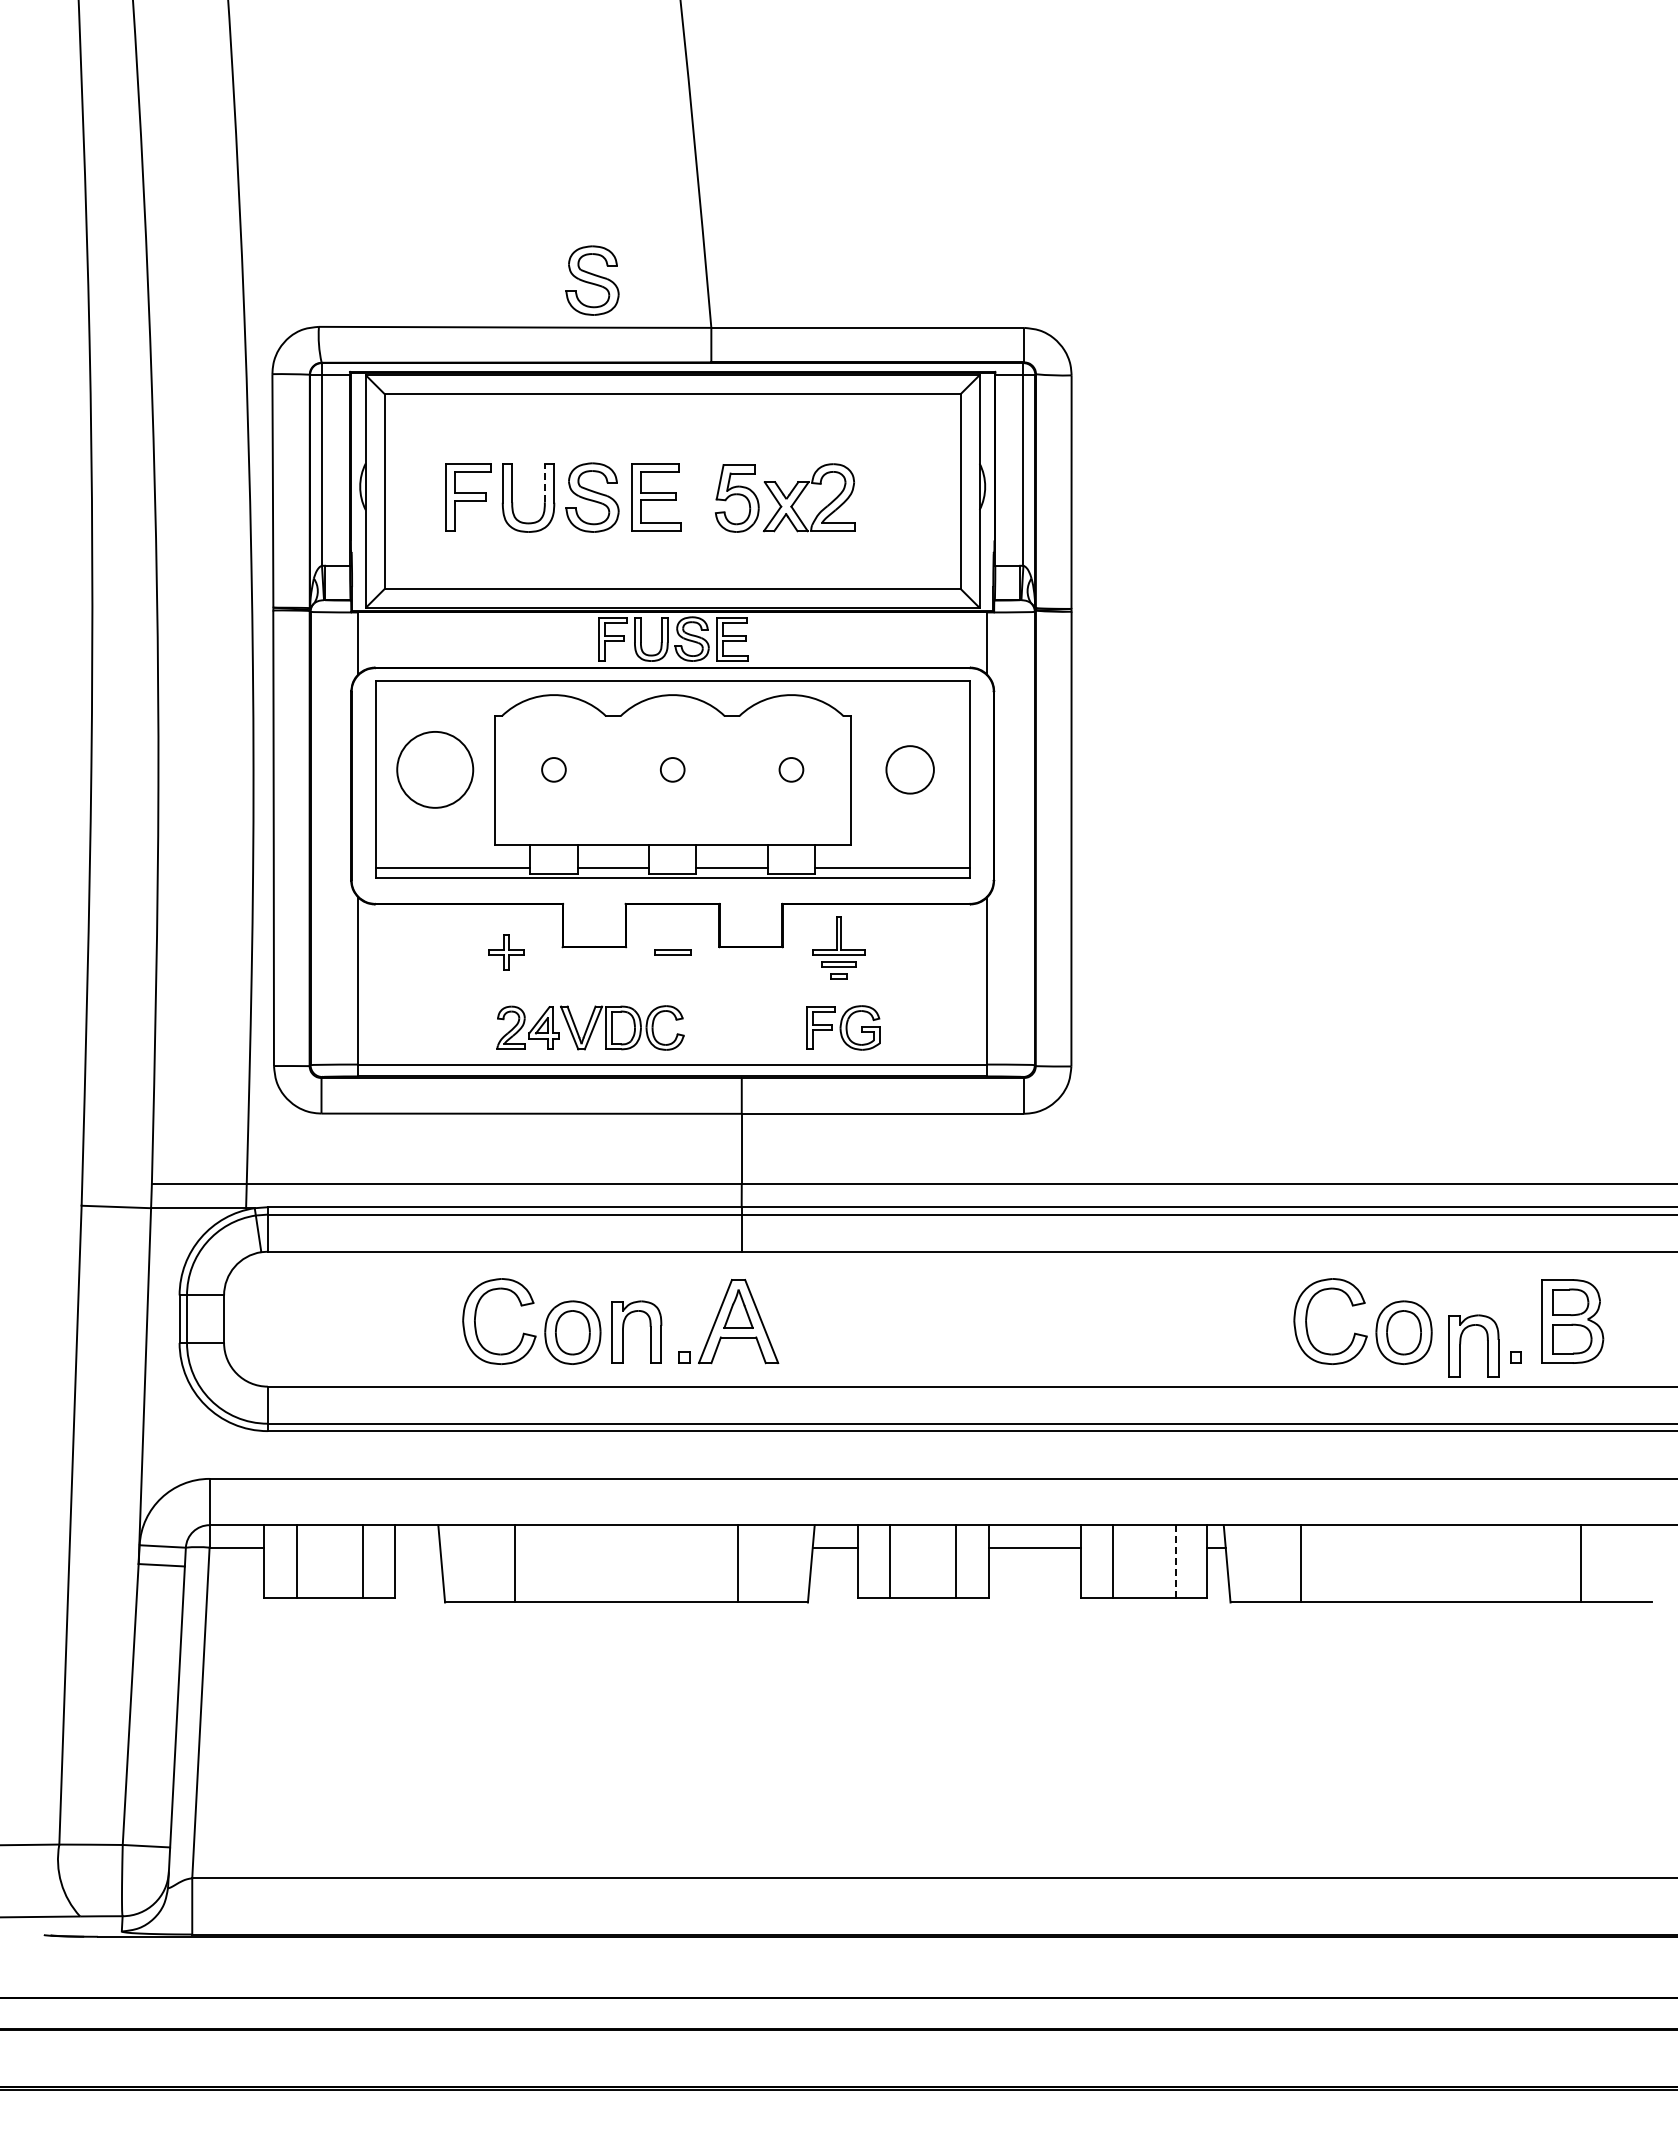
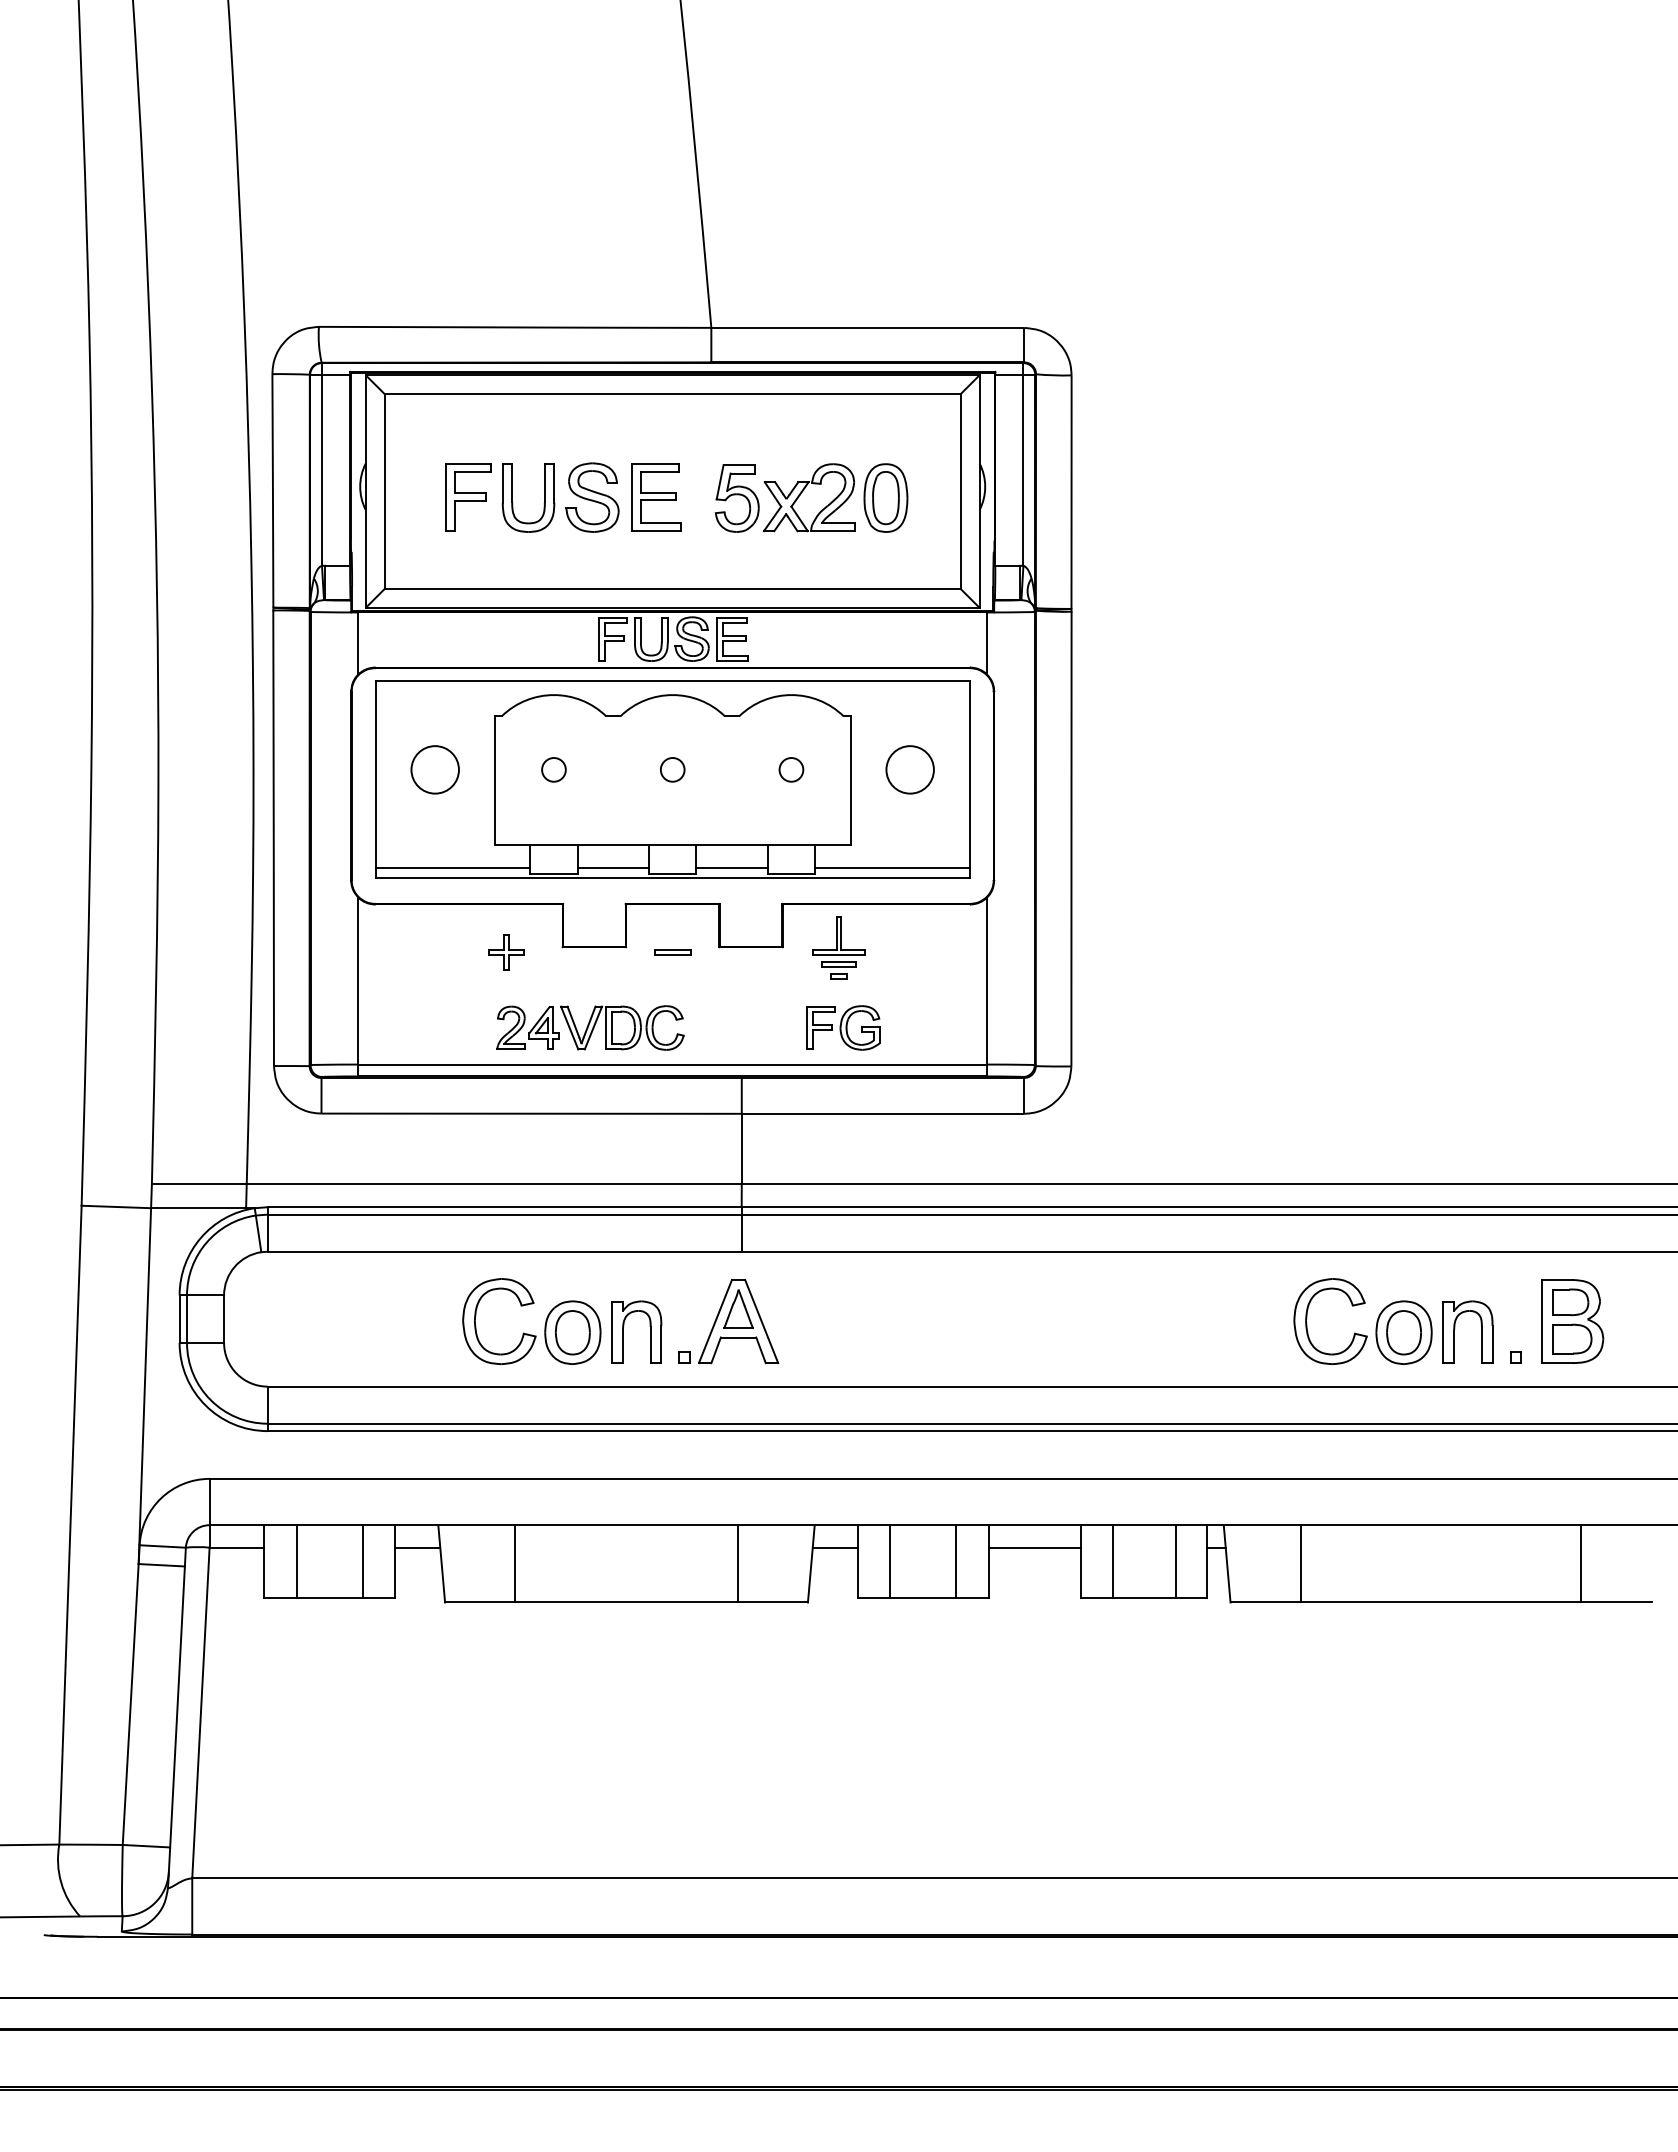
part at (592, 280): present -> none
line at (544, 482): dashed -> solid
part at (885, 497): none -> present
circle at (435, 769) diameter: 76 px -> 47 px
part at (1461, 1343) position: (1461, 1343) -> (1455, 1329)
line at (417, 1547): none -> present
line at (1175, 1560): dashed -> solid
